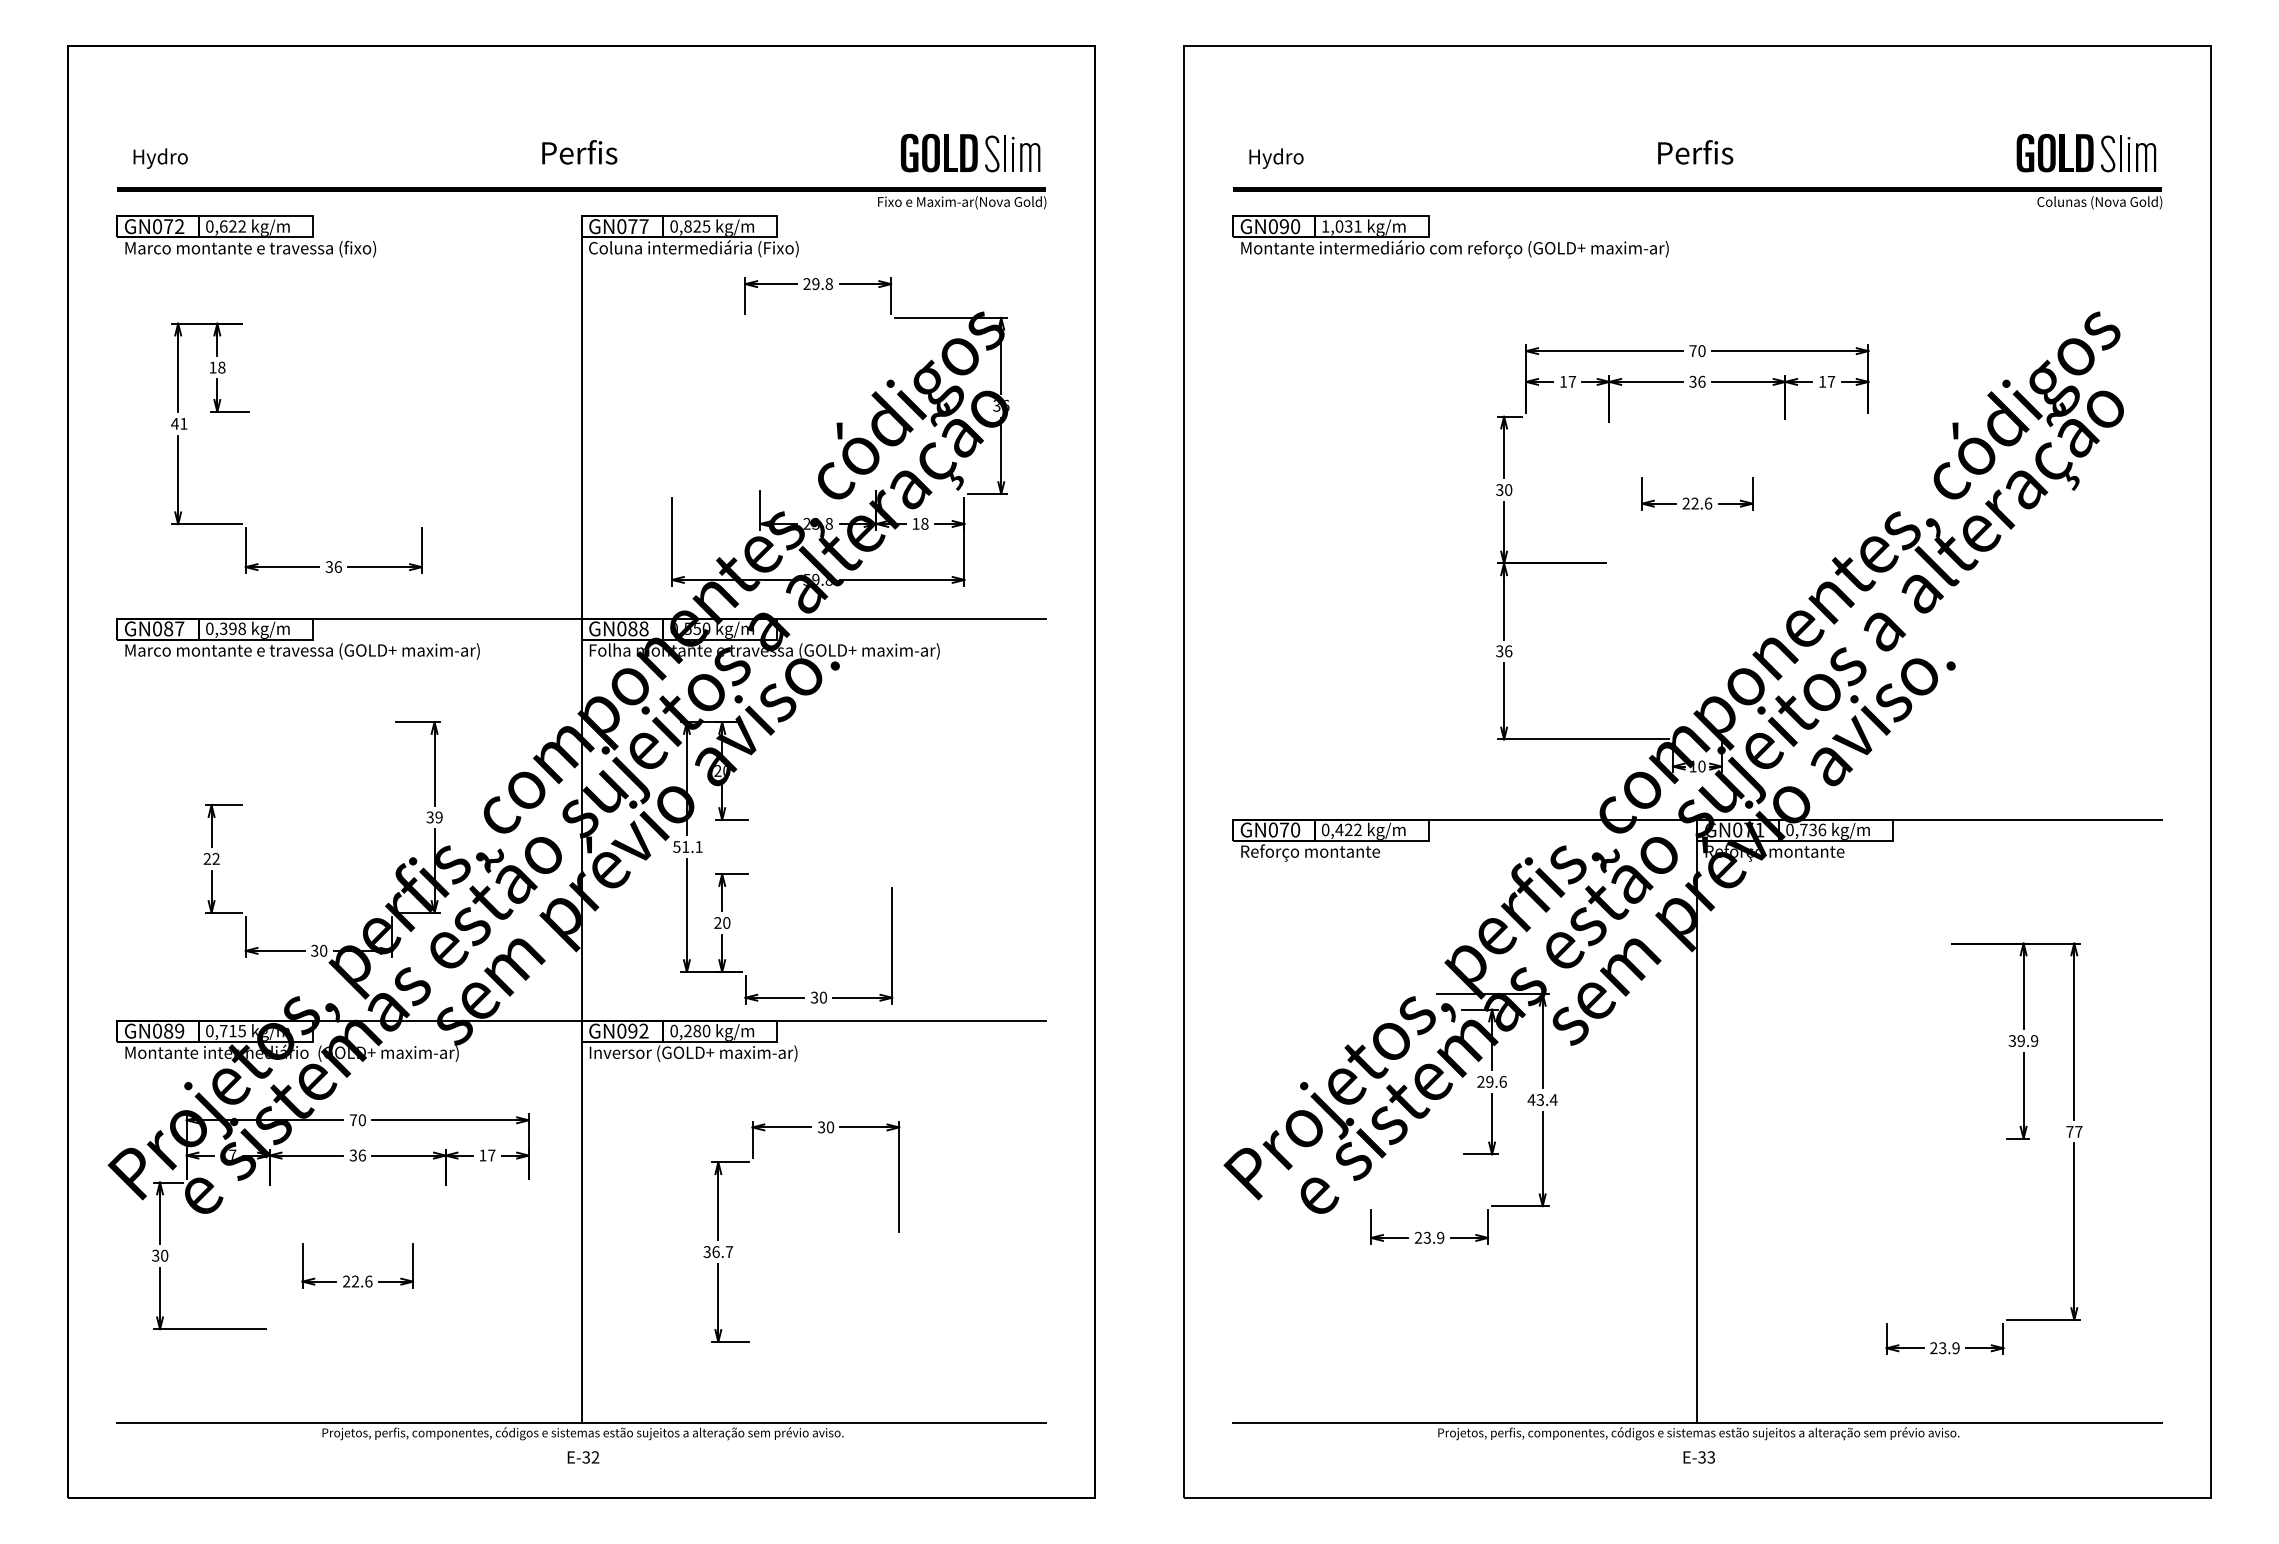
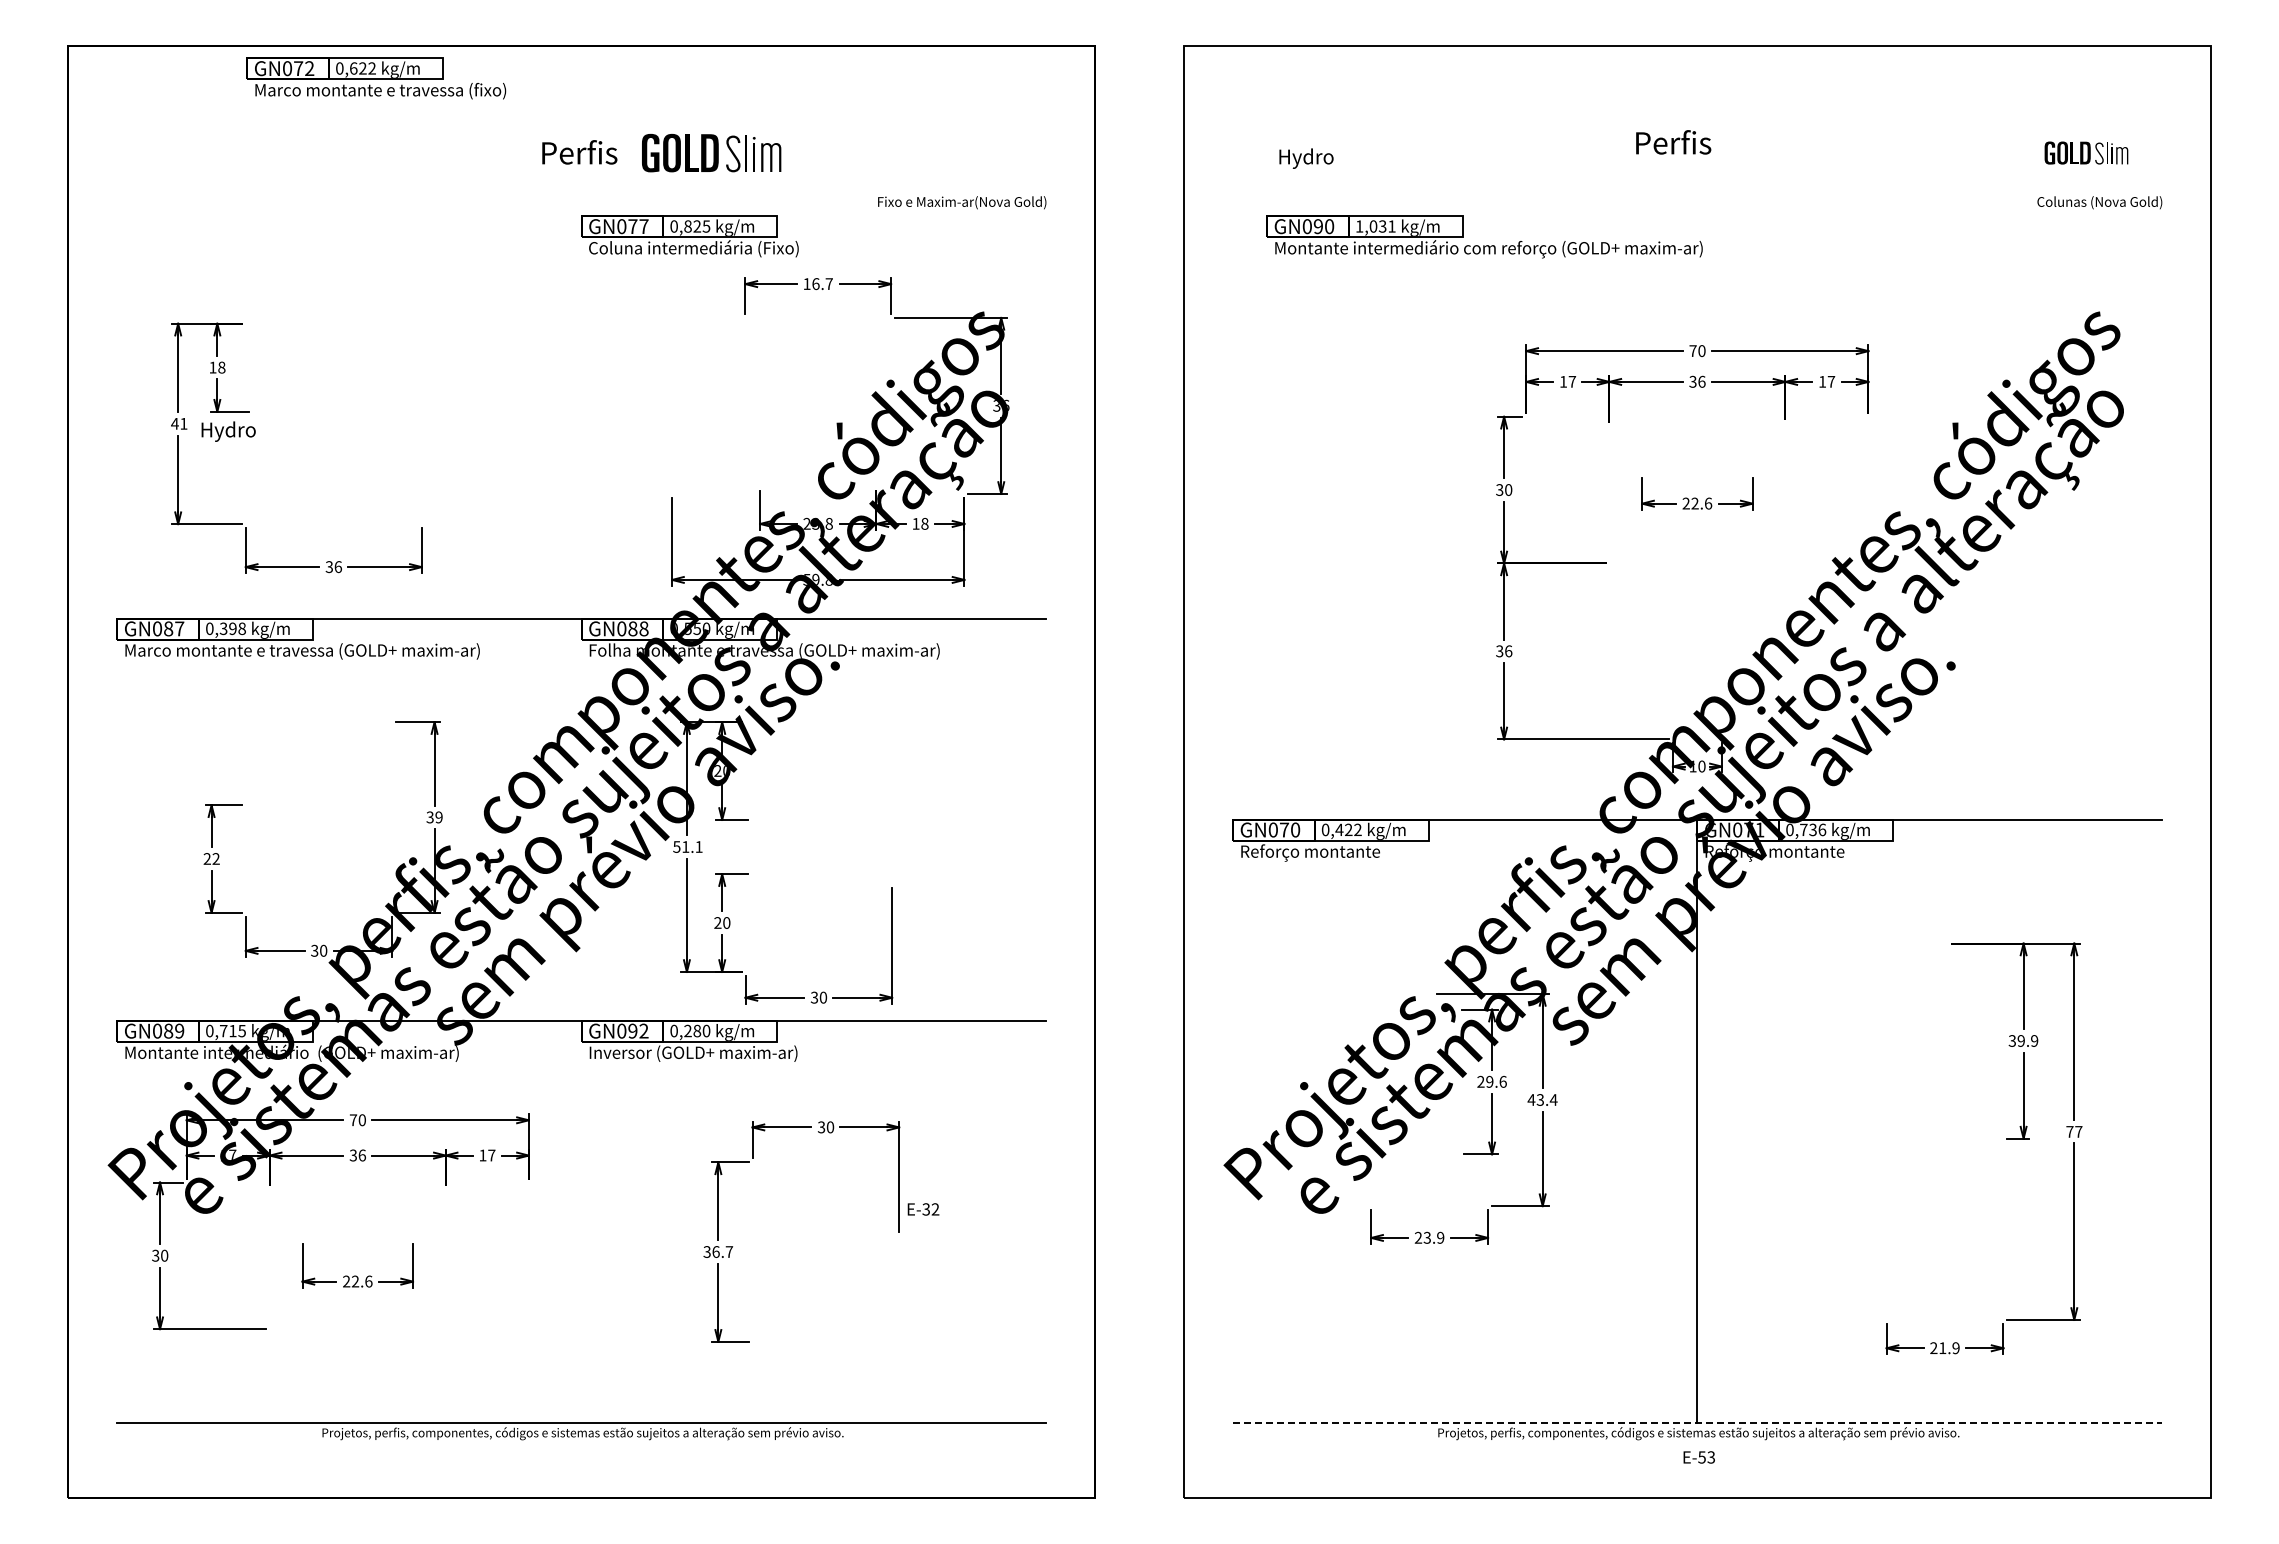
text at (1695, 152) position: (1695, 152) -> (1673, 142)
part at (2086, 152) size: 141x40 px -> 85x24 px
part at (970, 153) position: (970, 153) -> (711, 153)
text at (160, 158) position: (160, 158) -> (228, 431)
text at (1276, 158) position: (1276, 158) -> (1306, 158)
fill at (581, 189): present -> none
fill at (1697, 189): present -> none
part at (246, 236) position: (246, 236) -> (376, 78)
part at (1450, 245) position: (1450, 245) -> (1484, 245)
text at (817, 284): 29.8 -> 16.7
line at (581, 819): present -> none
text at (1942, 1348): 23.9 -> 21.9
line at (1697, 1423): solid -> dashed
text at (1701, 1456): E-33 -> E-53
text at (583, 1457) position: (583, 1457) -> (923, 1209)
